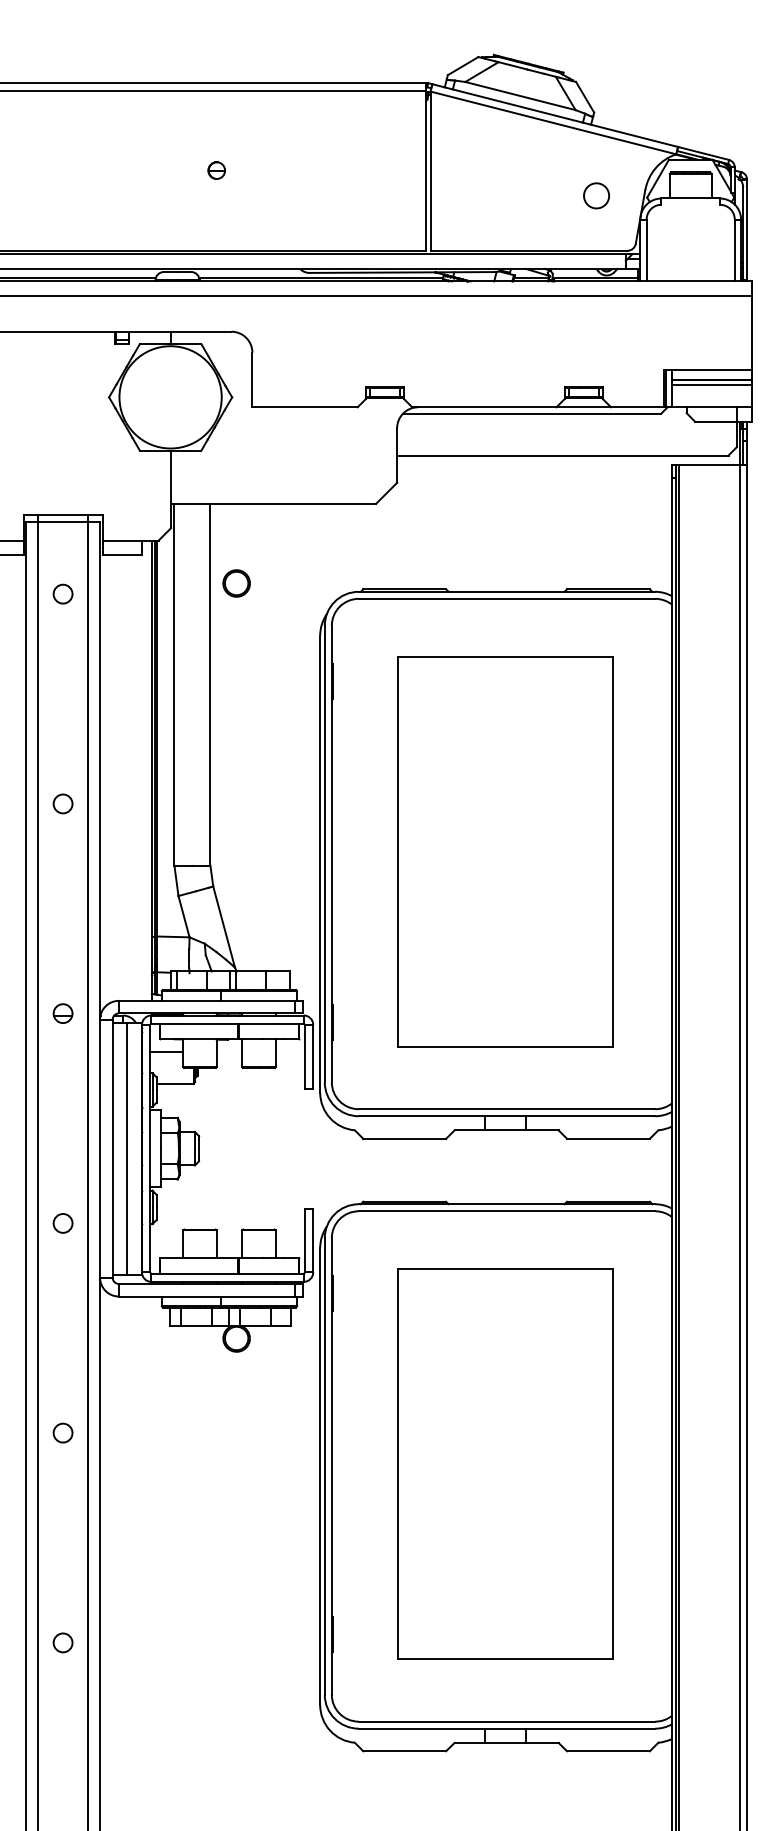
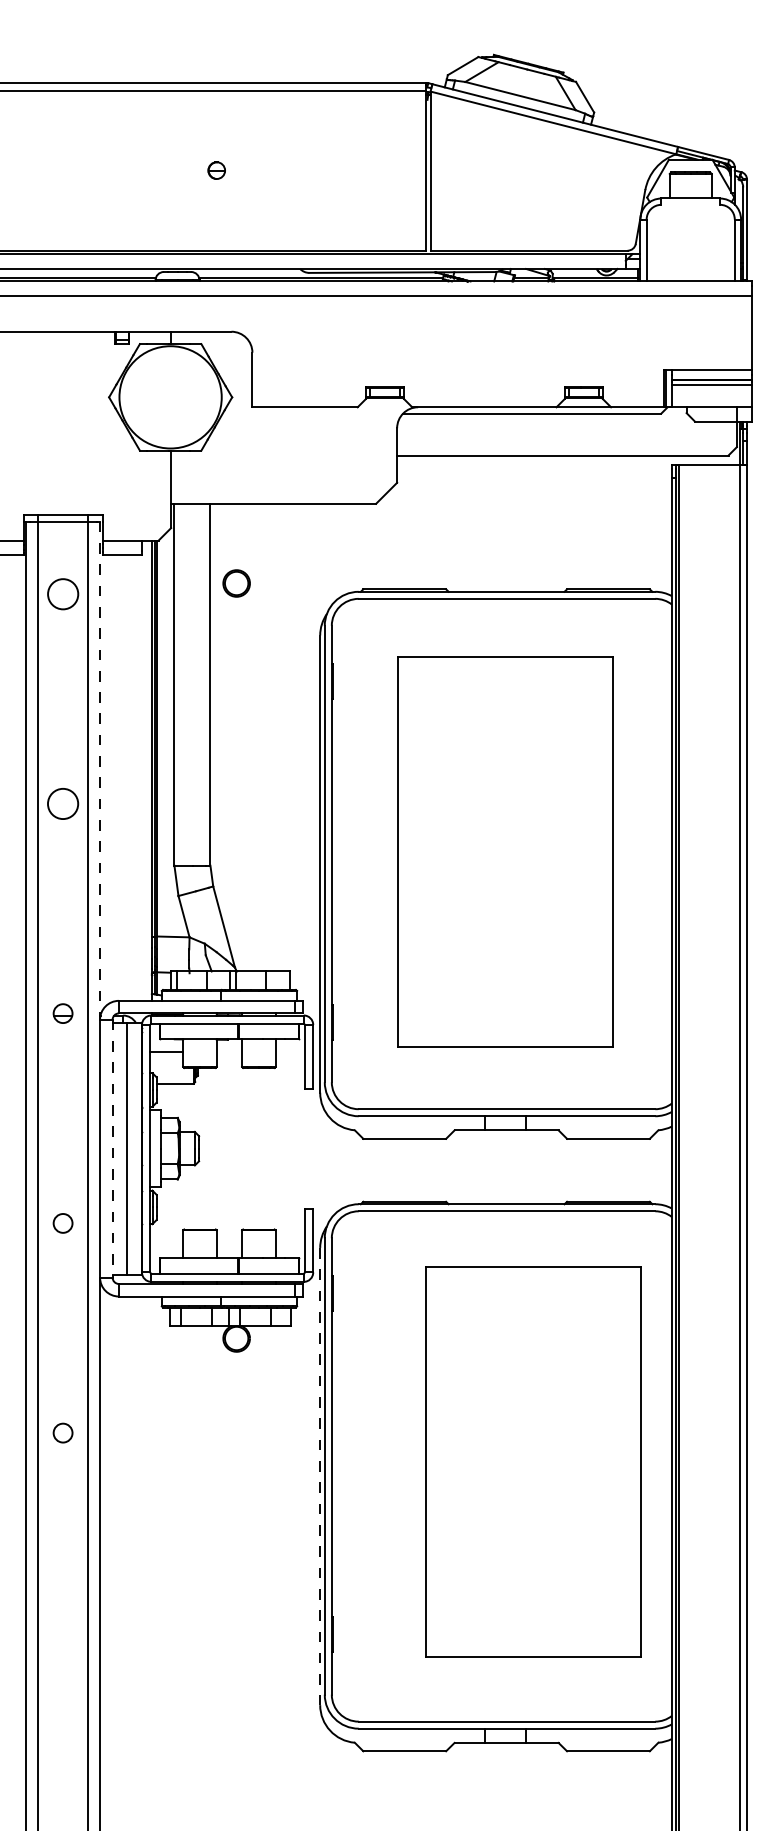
circle at (596, 195): present -> none
circle at (62, 593) size: 22x22 px -> 33x33 px
line at (100, 771): solid -> dashed
circle at (62, 803) diameter: 19 px -> 30 px
line at (112, 1148): solid -> dashed
part at (505, 1463) position: (505, 1463) -> (533, 1461)
line at (320, 1476): solid -> dashed
circle at (62, 1642): present -> none
